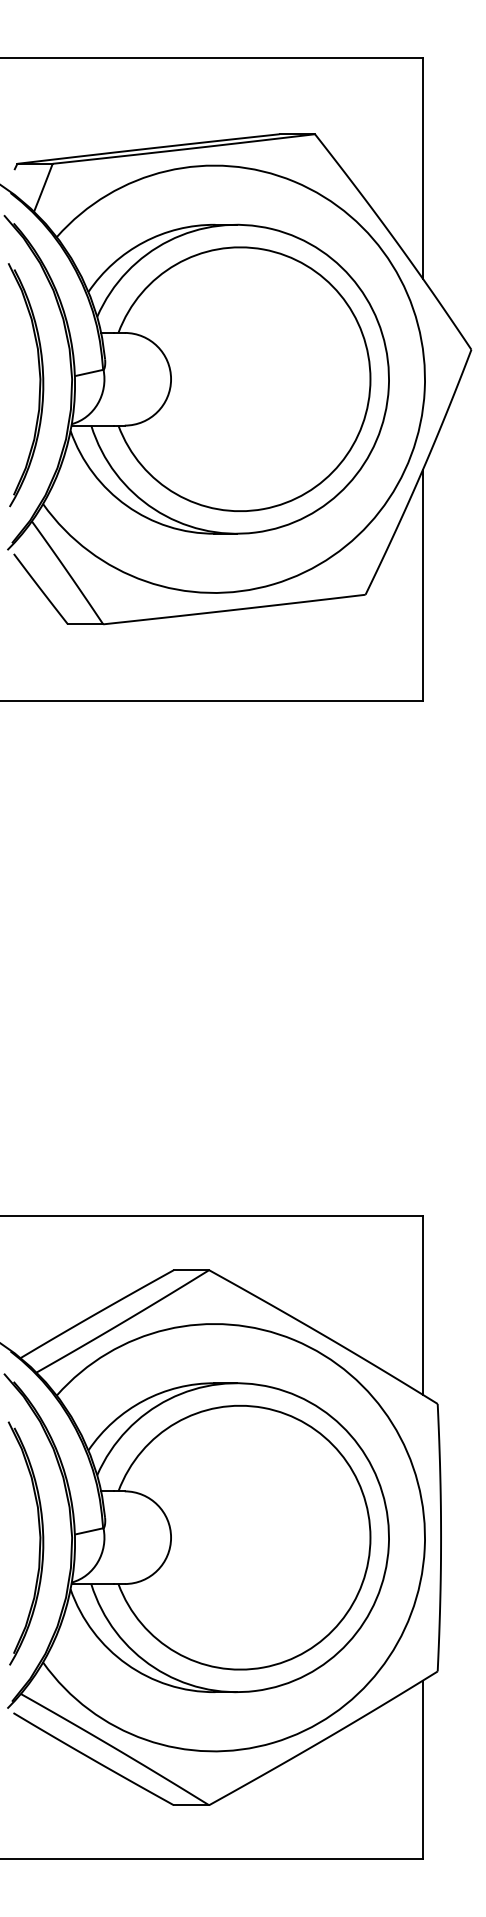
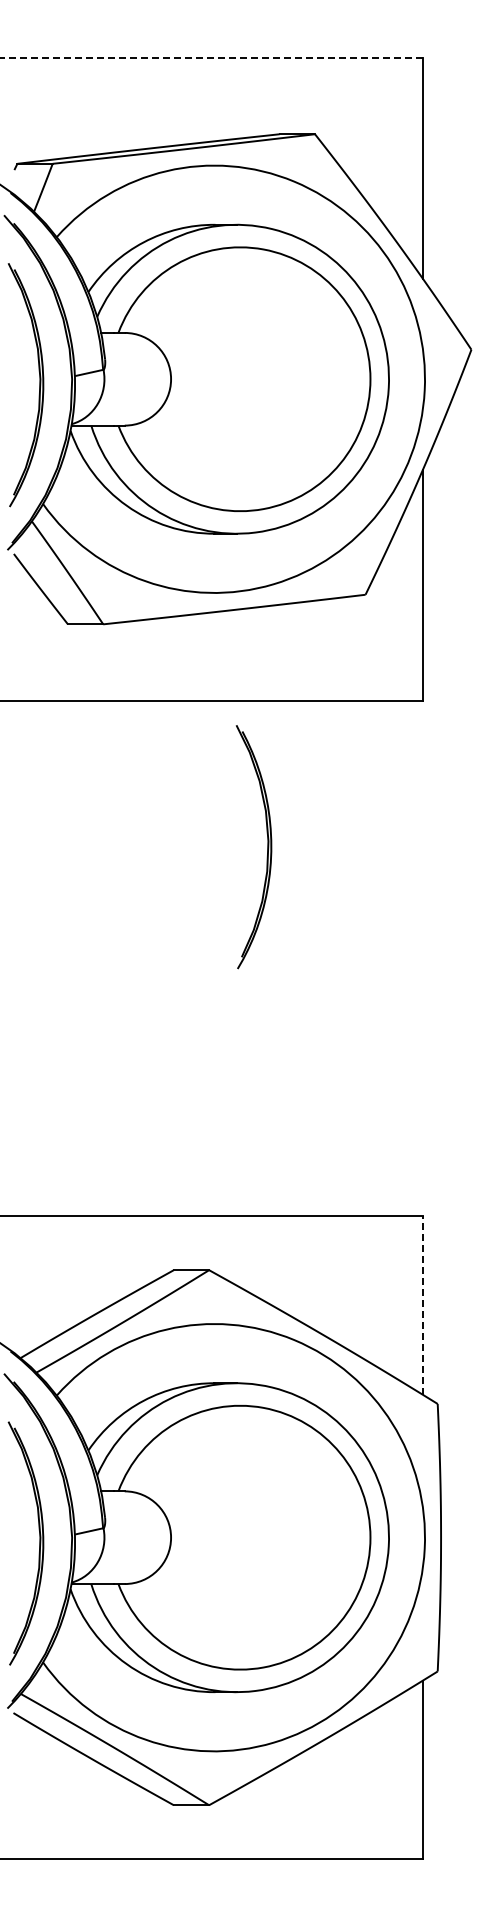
line at (211, 57): solid -> dashed
part at (267, 847): none -> present
line at (422, 1304): solid -> dashed
